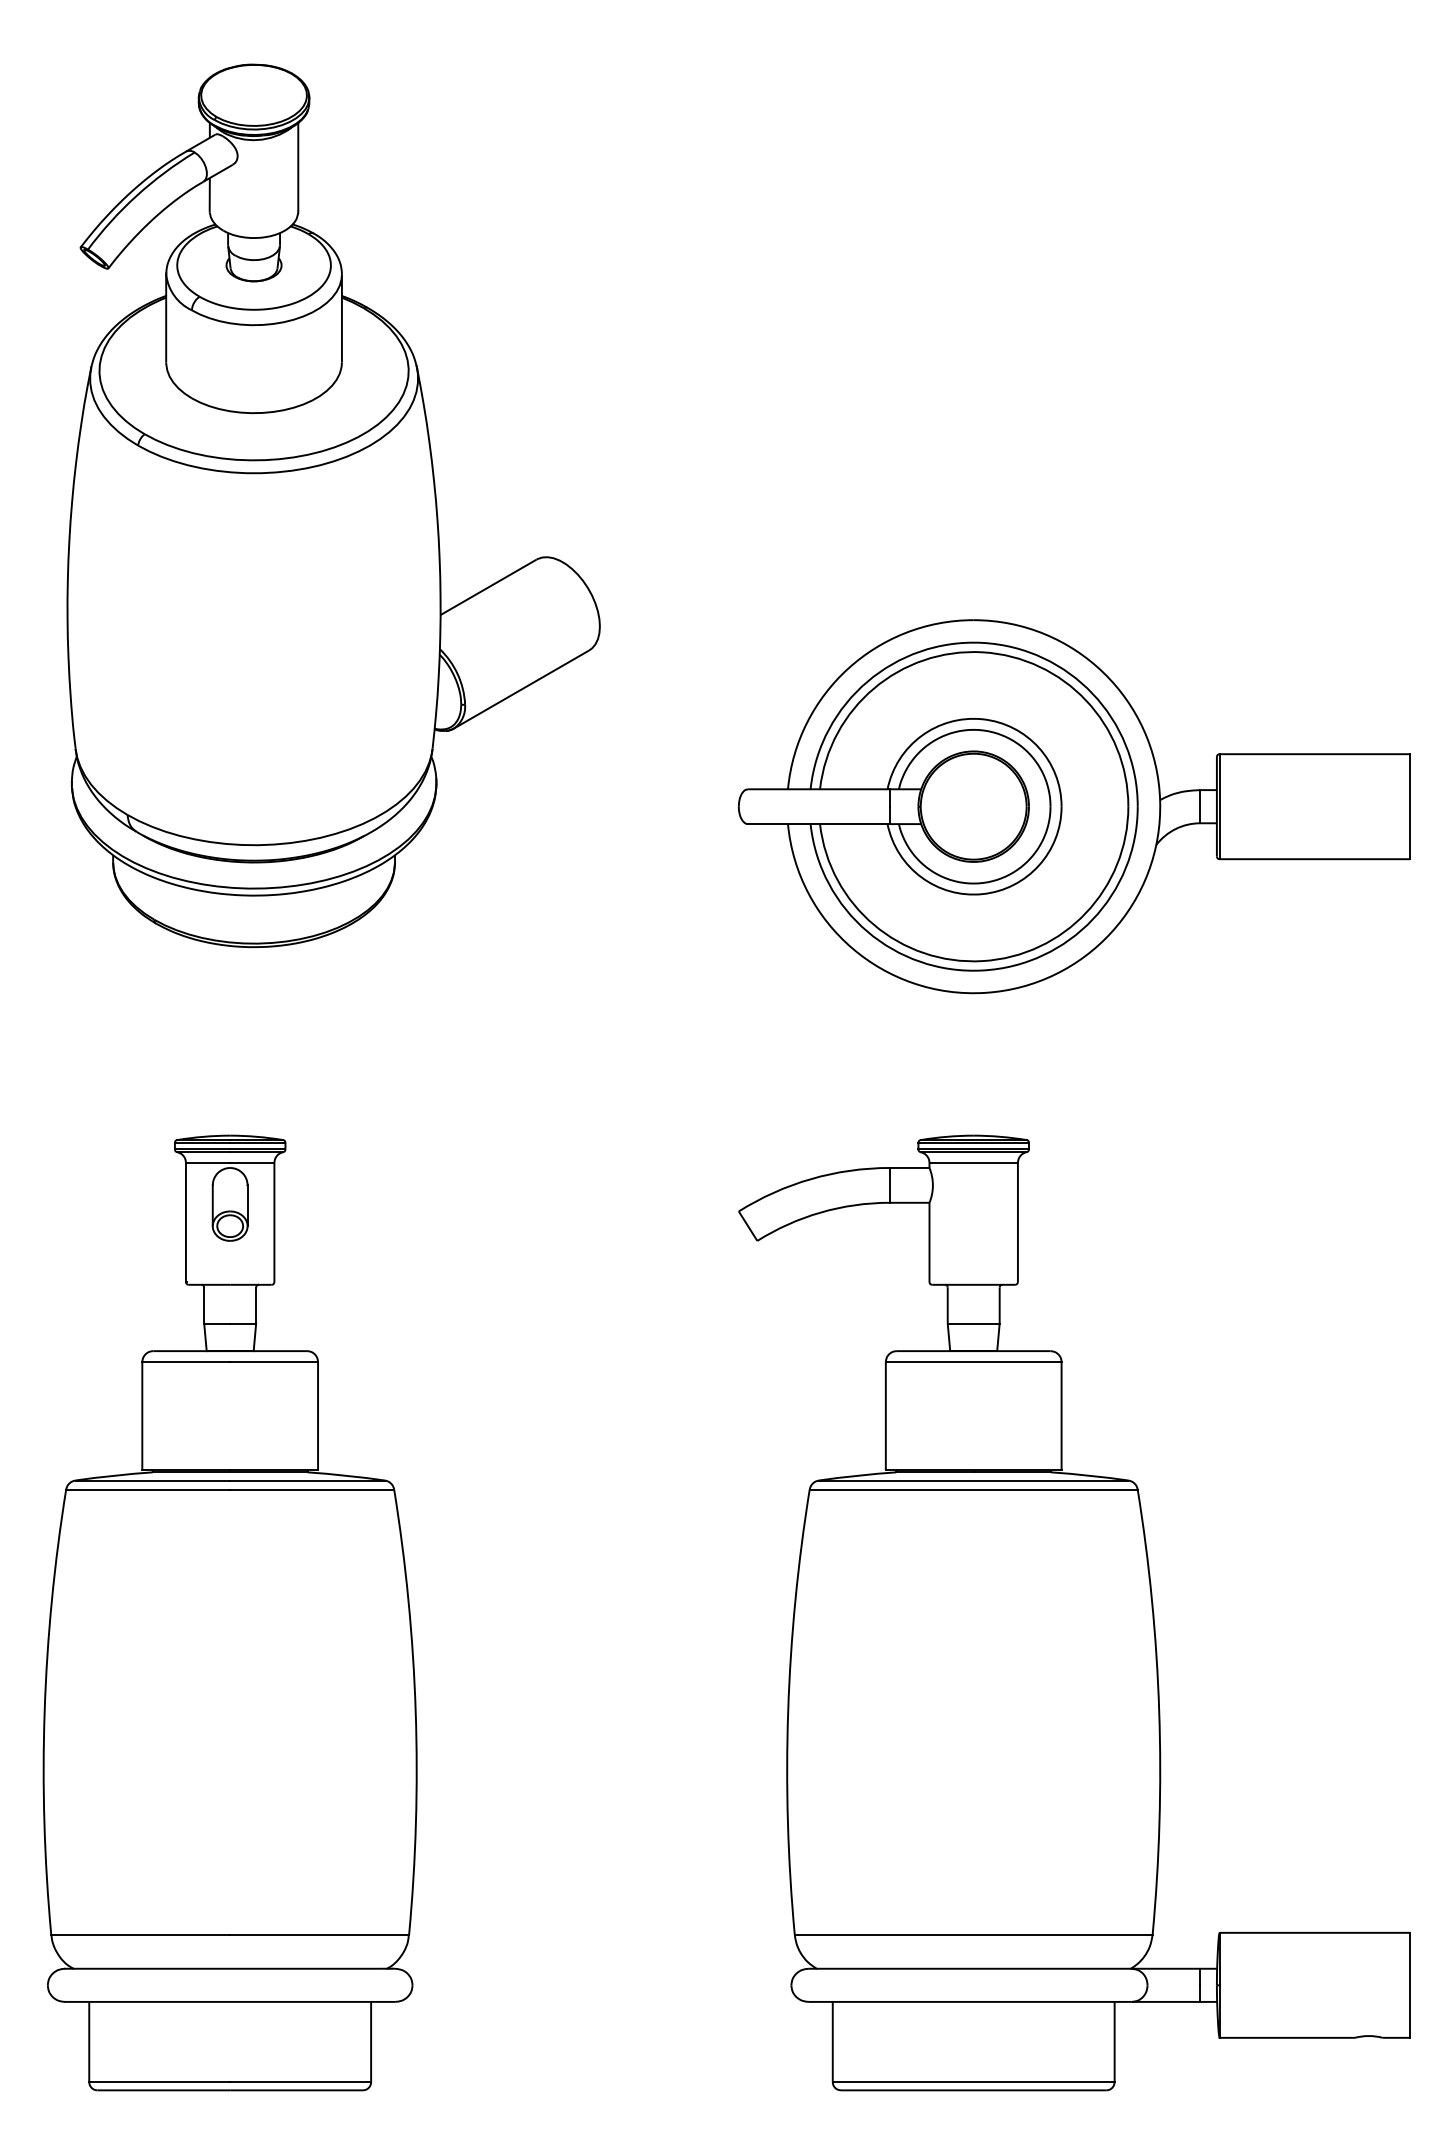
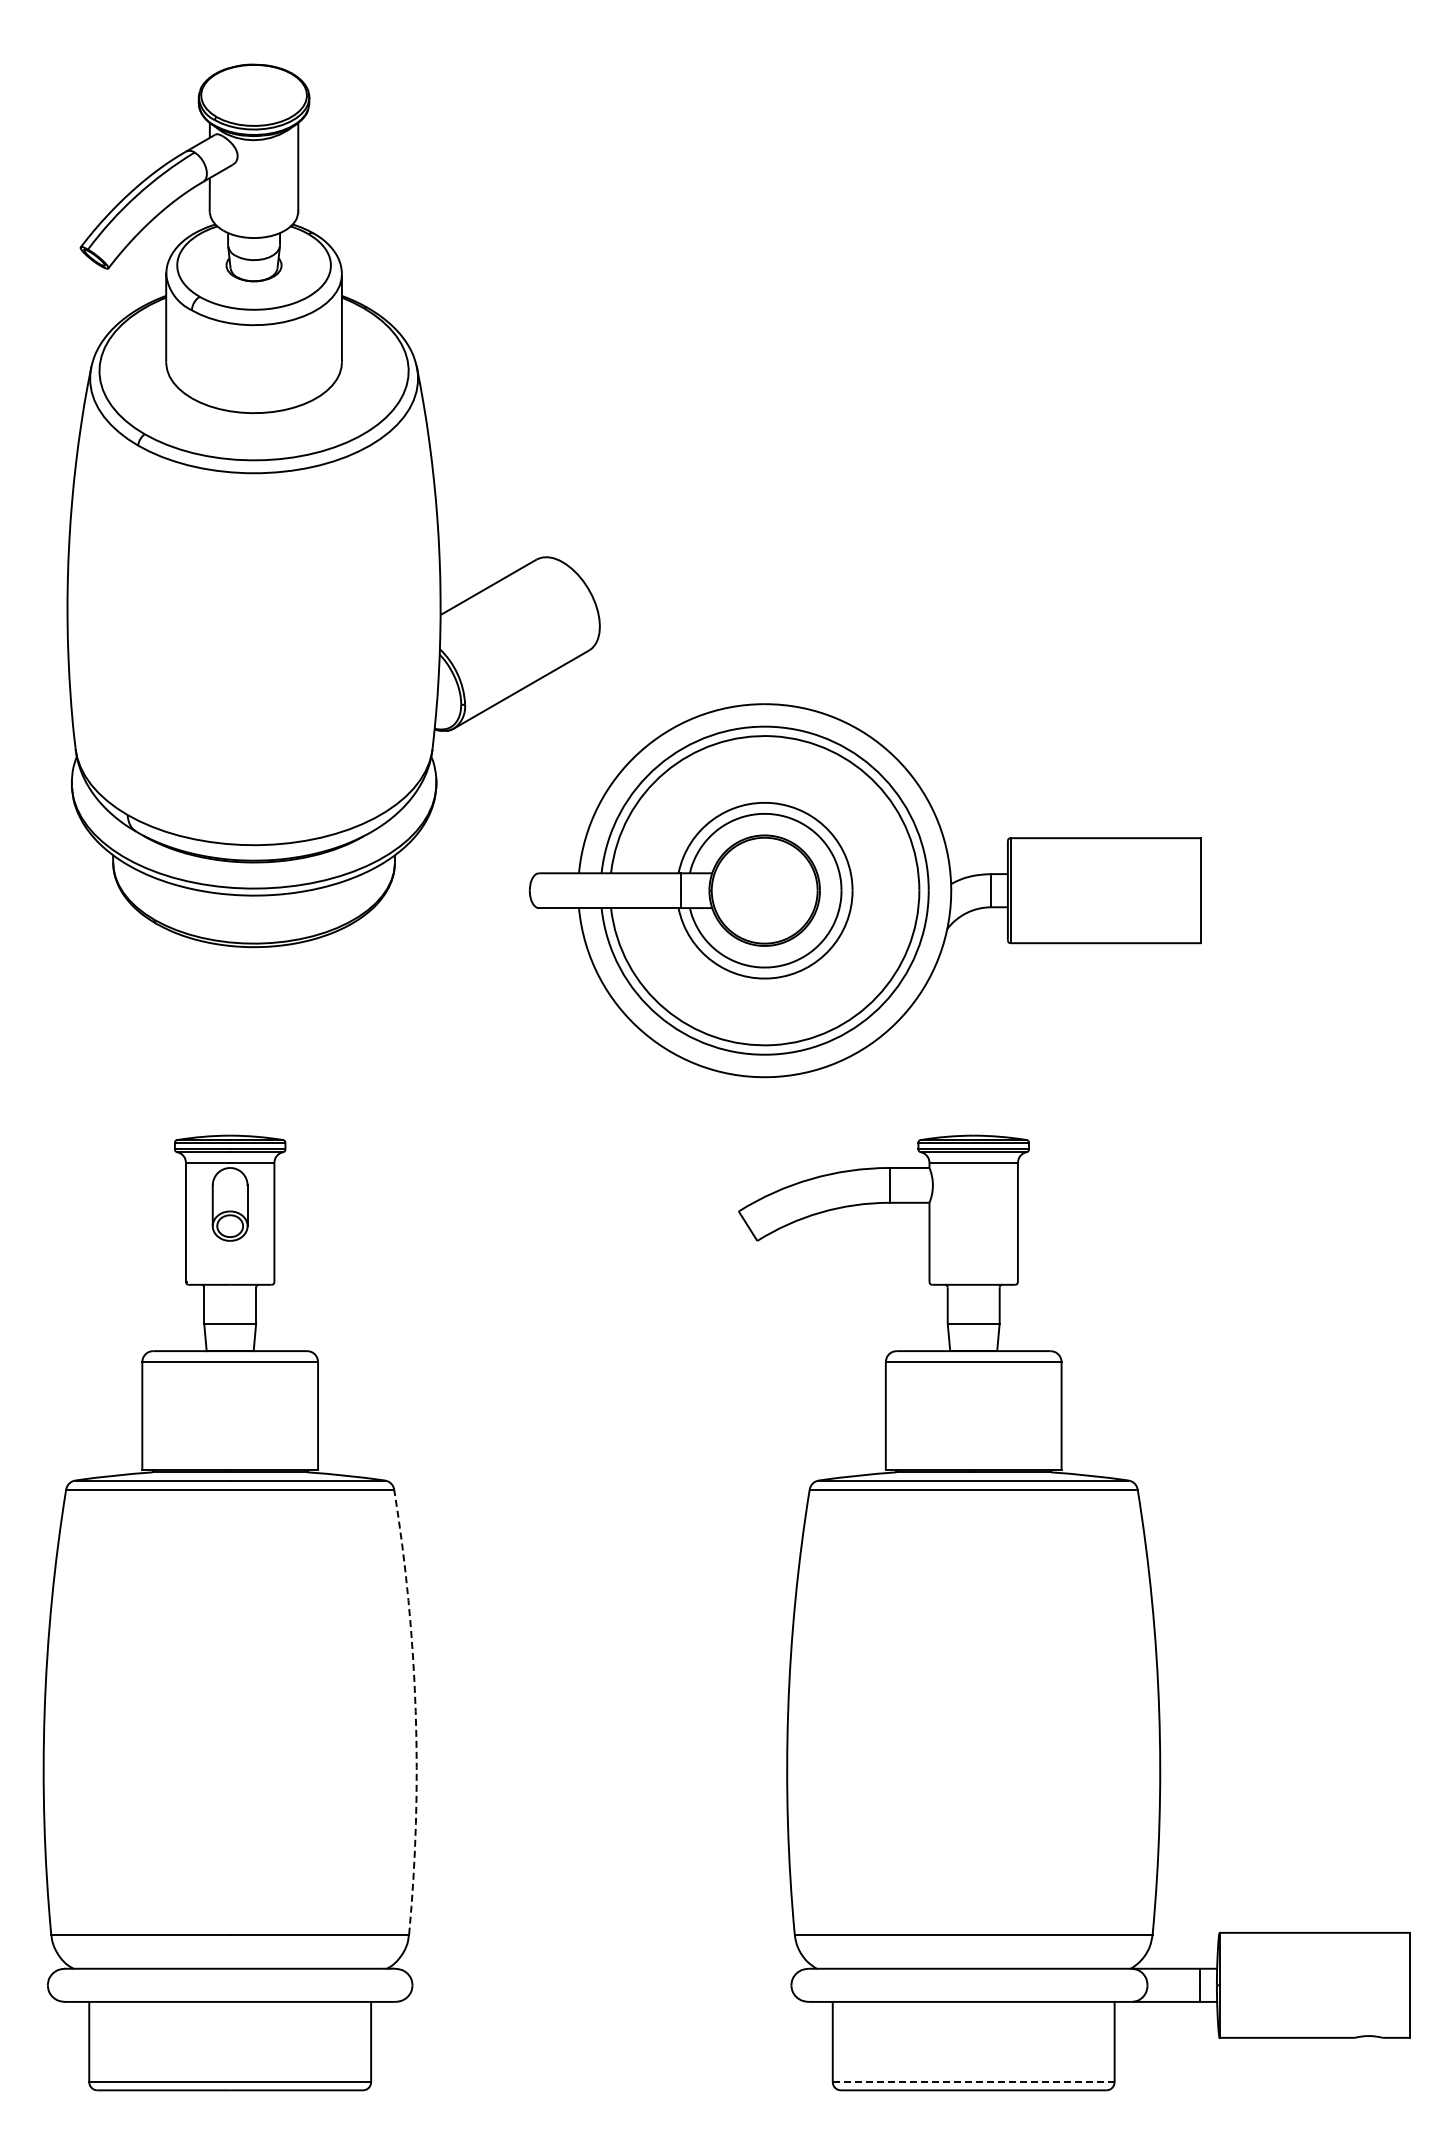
part at (1073, 806) position: (1073, 806) -> (864, 890)
arc at (415, 1711): solid -> dashed
line at (973, 2082): solid -> dashed
